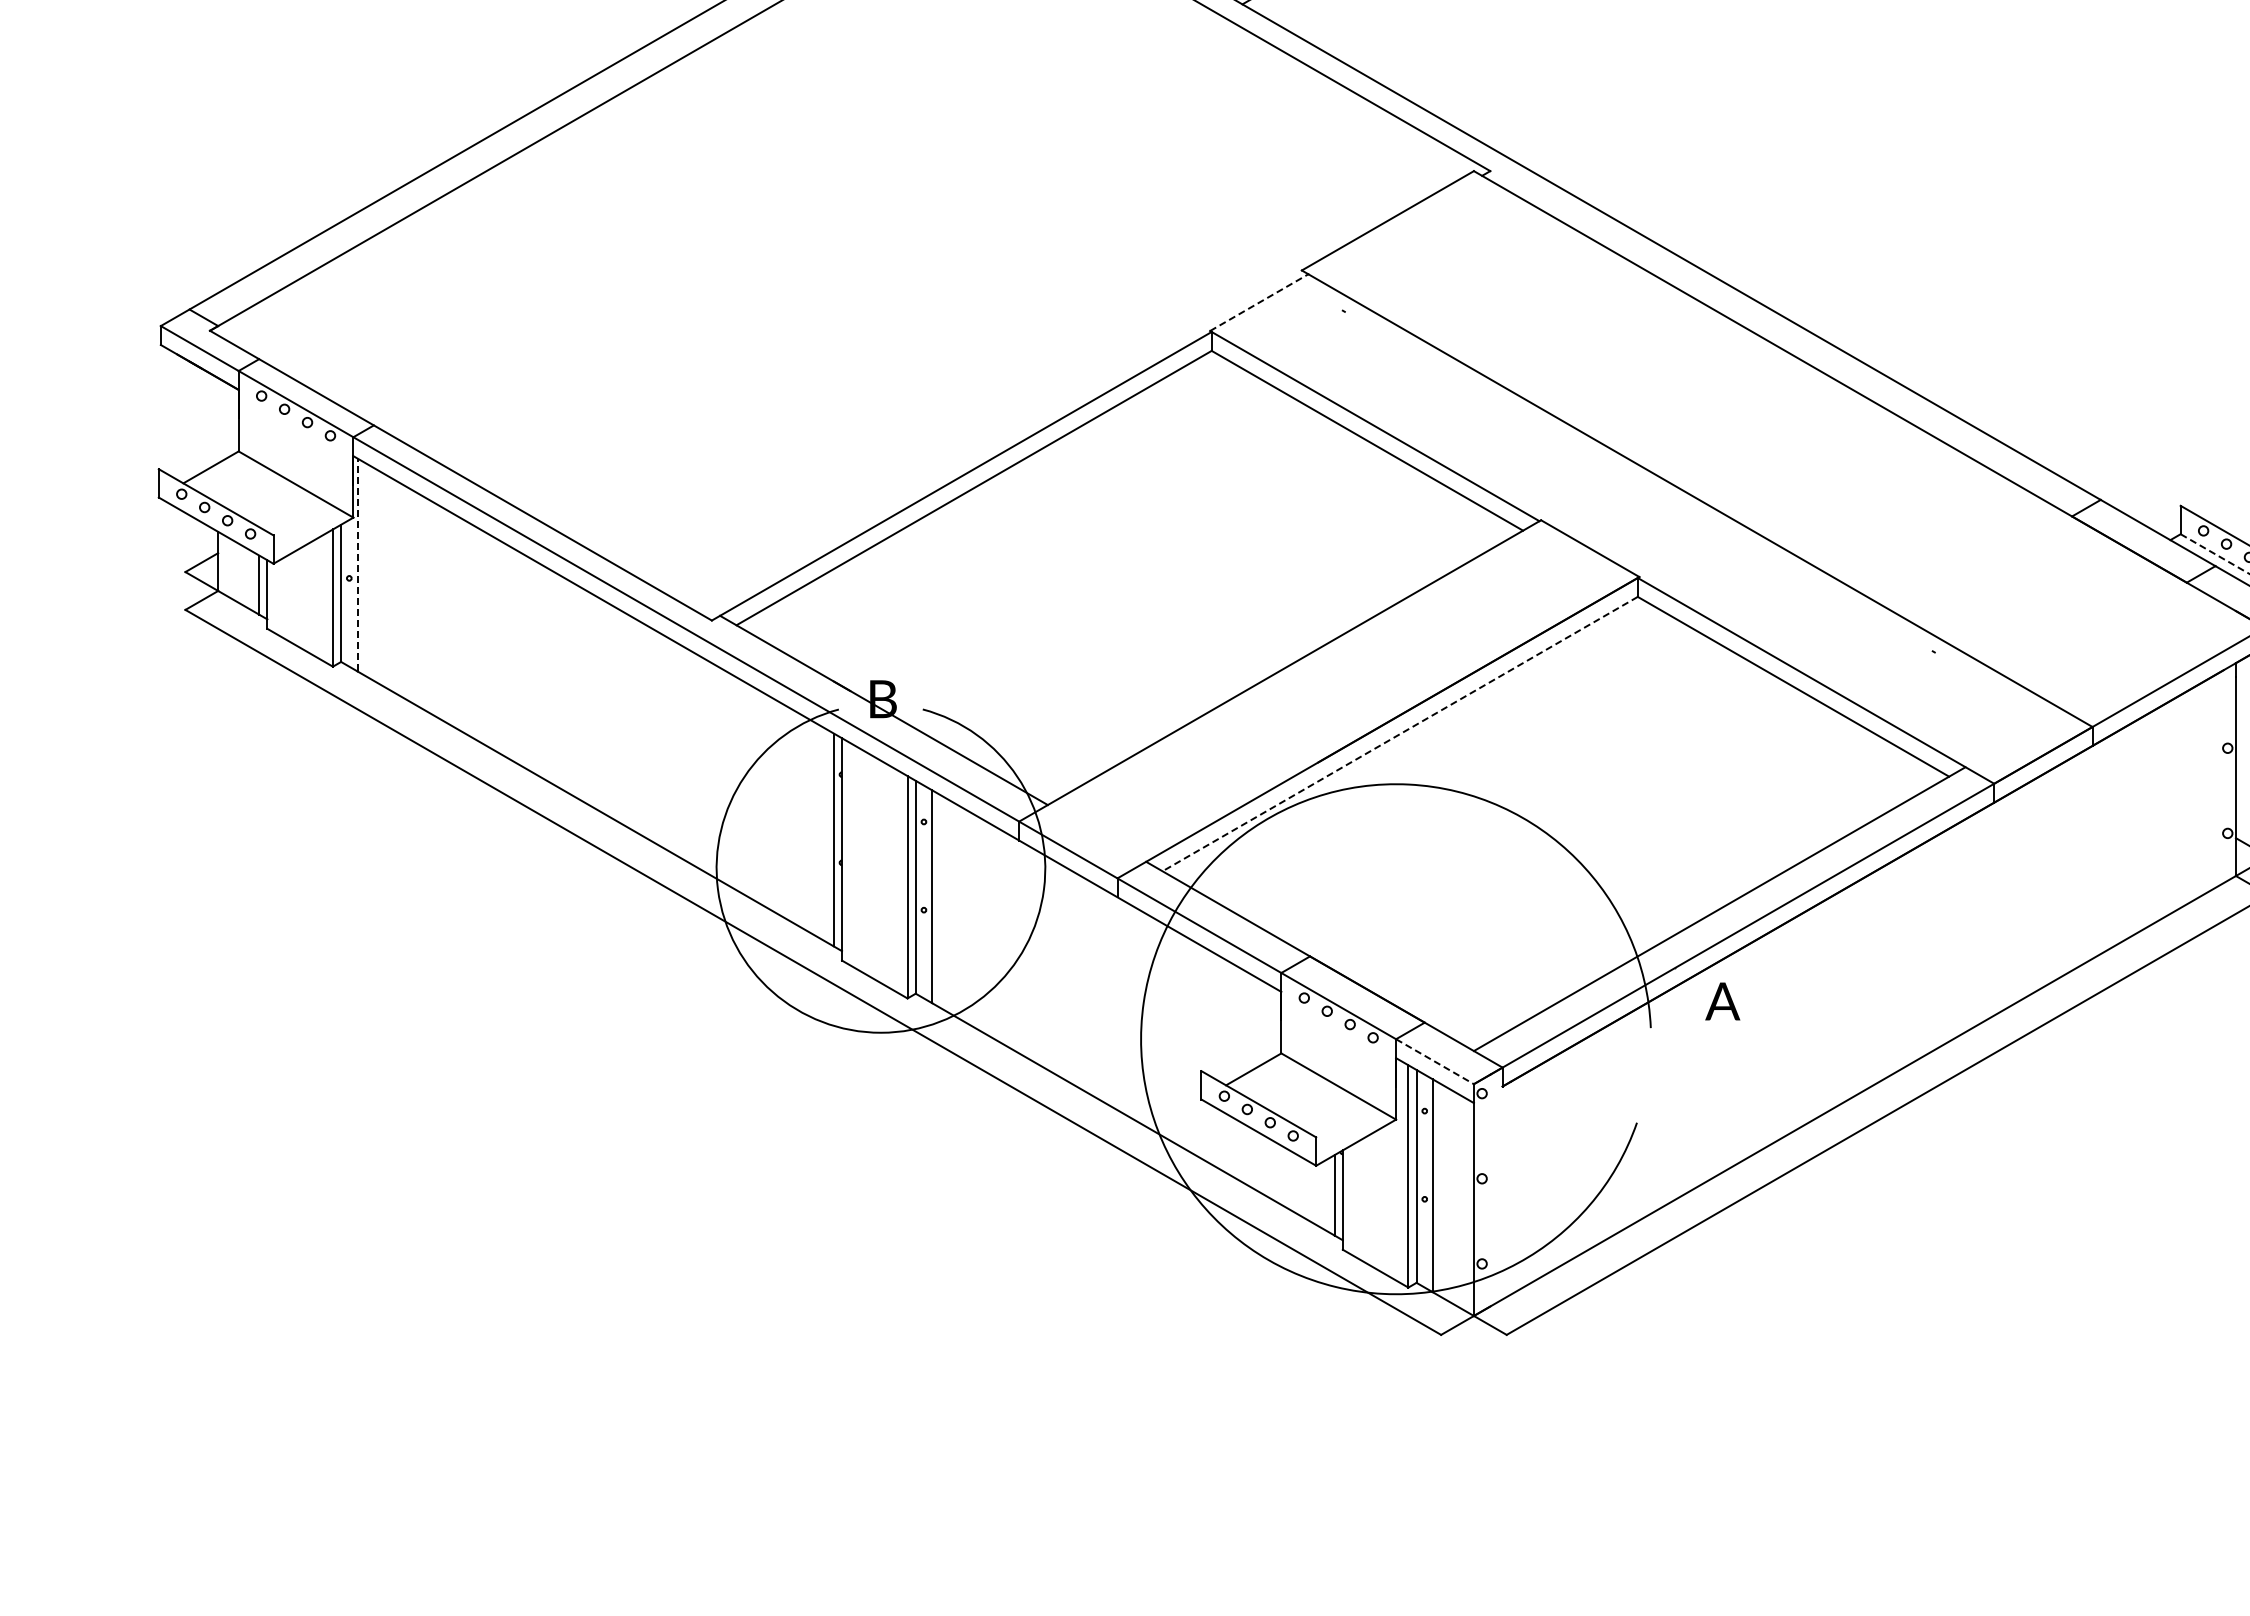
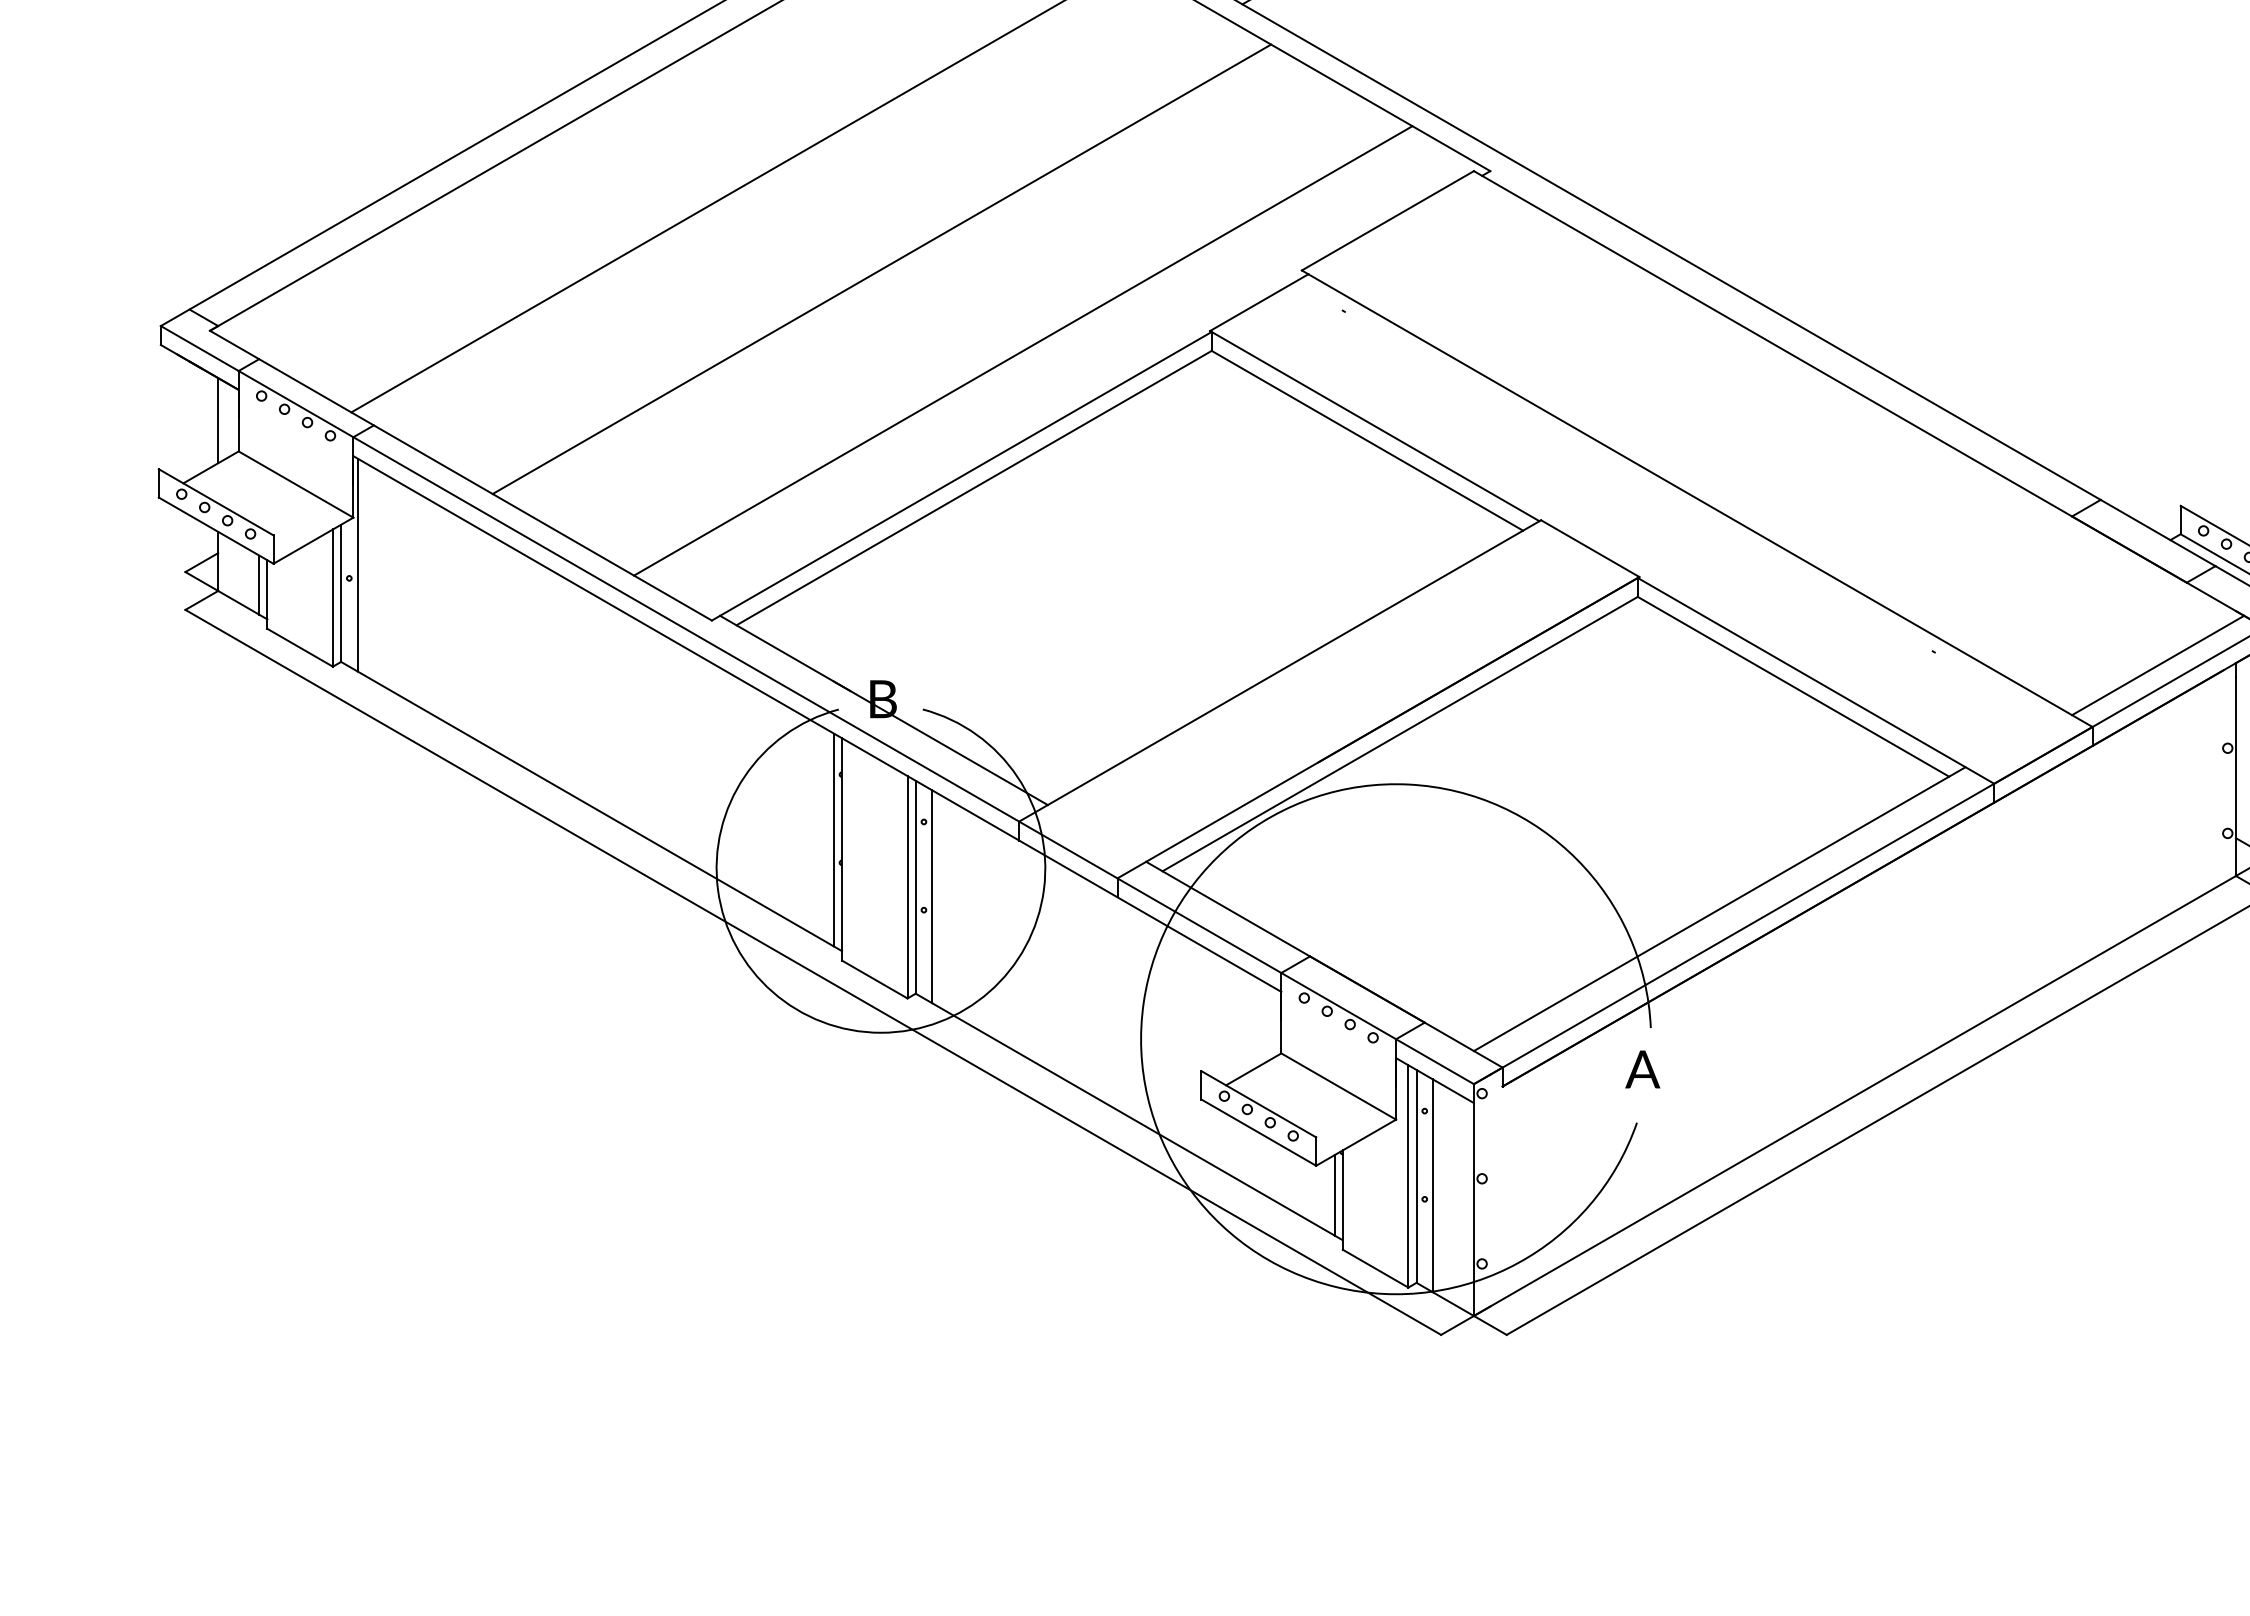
line at (706, 207): none -> present
line at (881, 269): none -> present
line at (1259, 302): dashed -> solid
line at (1023, 350): none -> present
line at (218, 420): none -> present
line at (2215, 554): dashed -> solid
line at (357, 564): dashed -> solid
line at (2158, 665): none -> present
line at (1399, 734): dashed -> solid
text at (1722, 1001) position: (1722, 1001) -> (1642, 1069)
line at (1435, 1061): dashed -> solid
